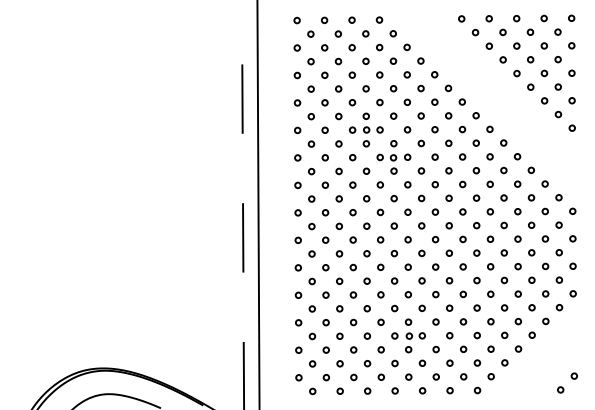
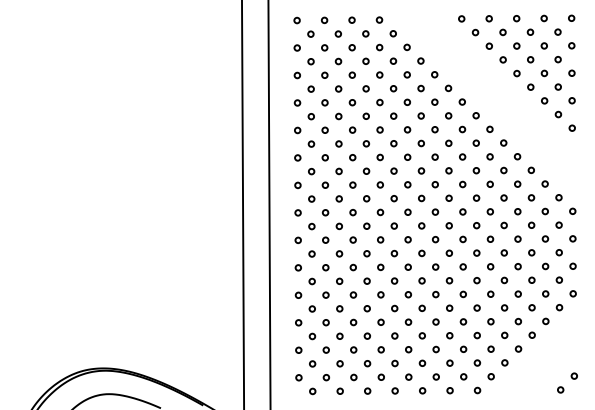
circle at (366, 129): present -> none
circle at (393, 157): present -> none
line at (258, 204) position: (258, 204) -> (269, 204)
line at (243, 205): dashed -> solid
circle at (408, 335): present -> none
